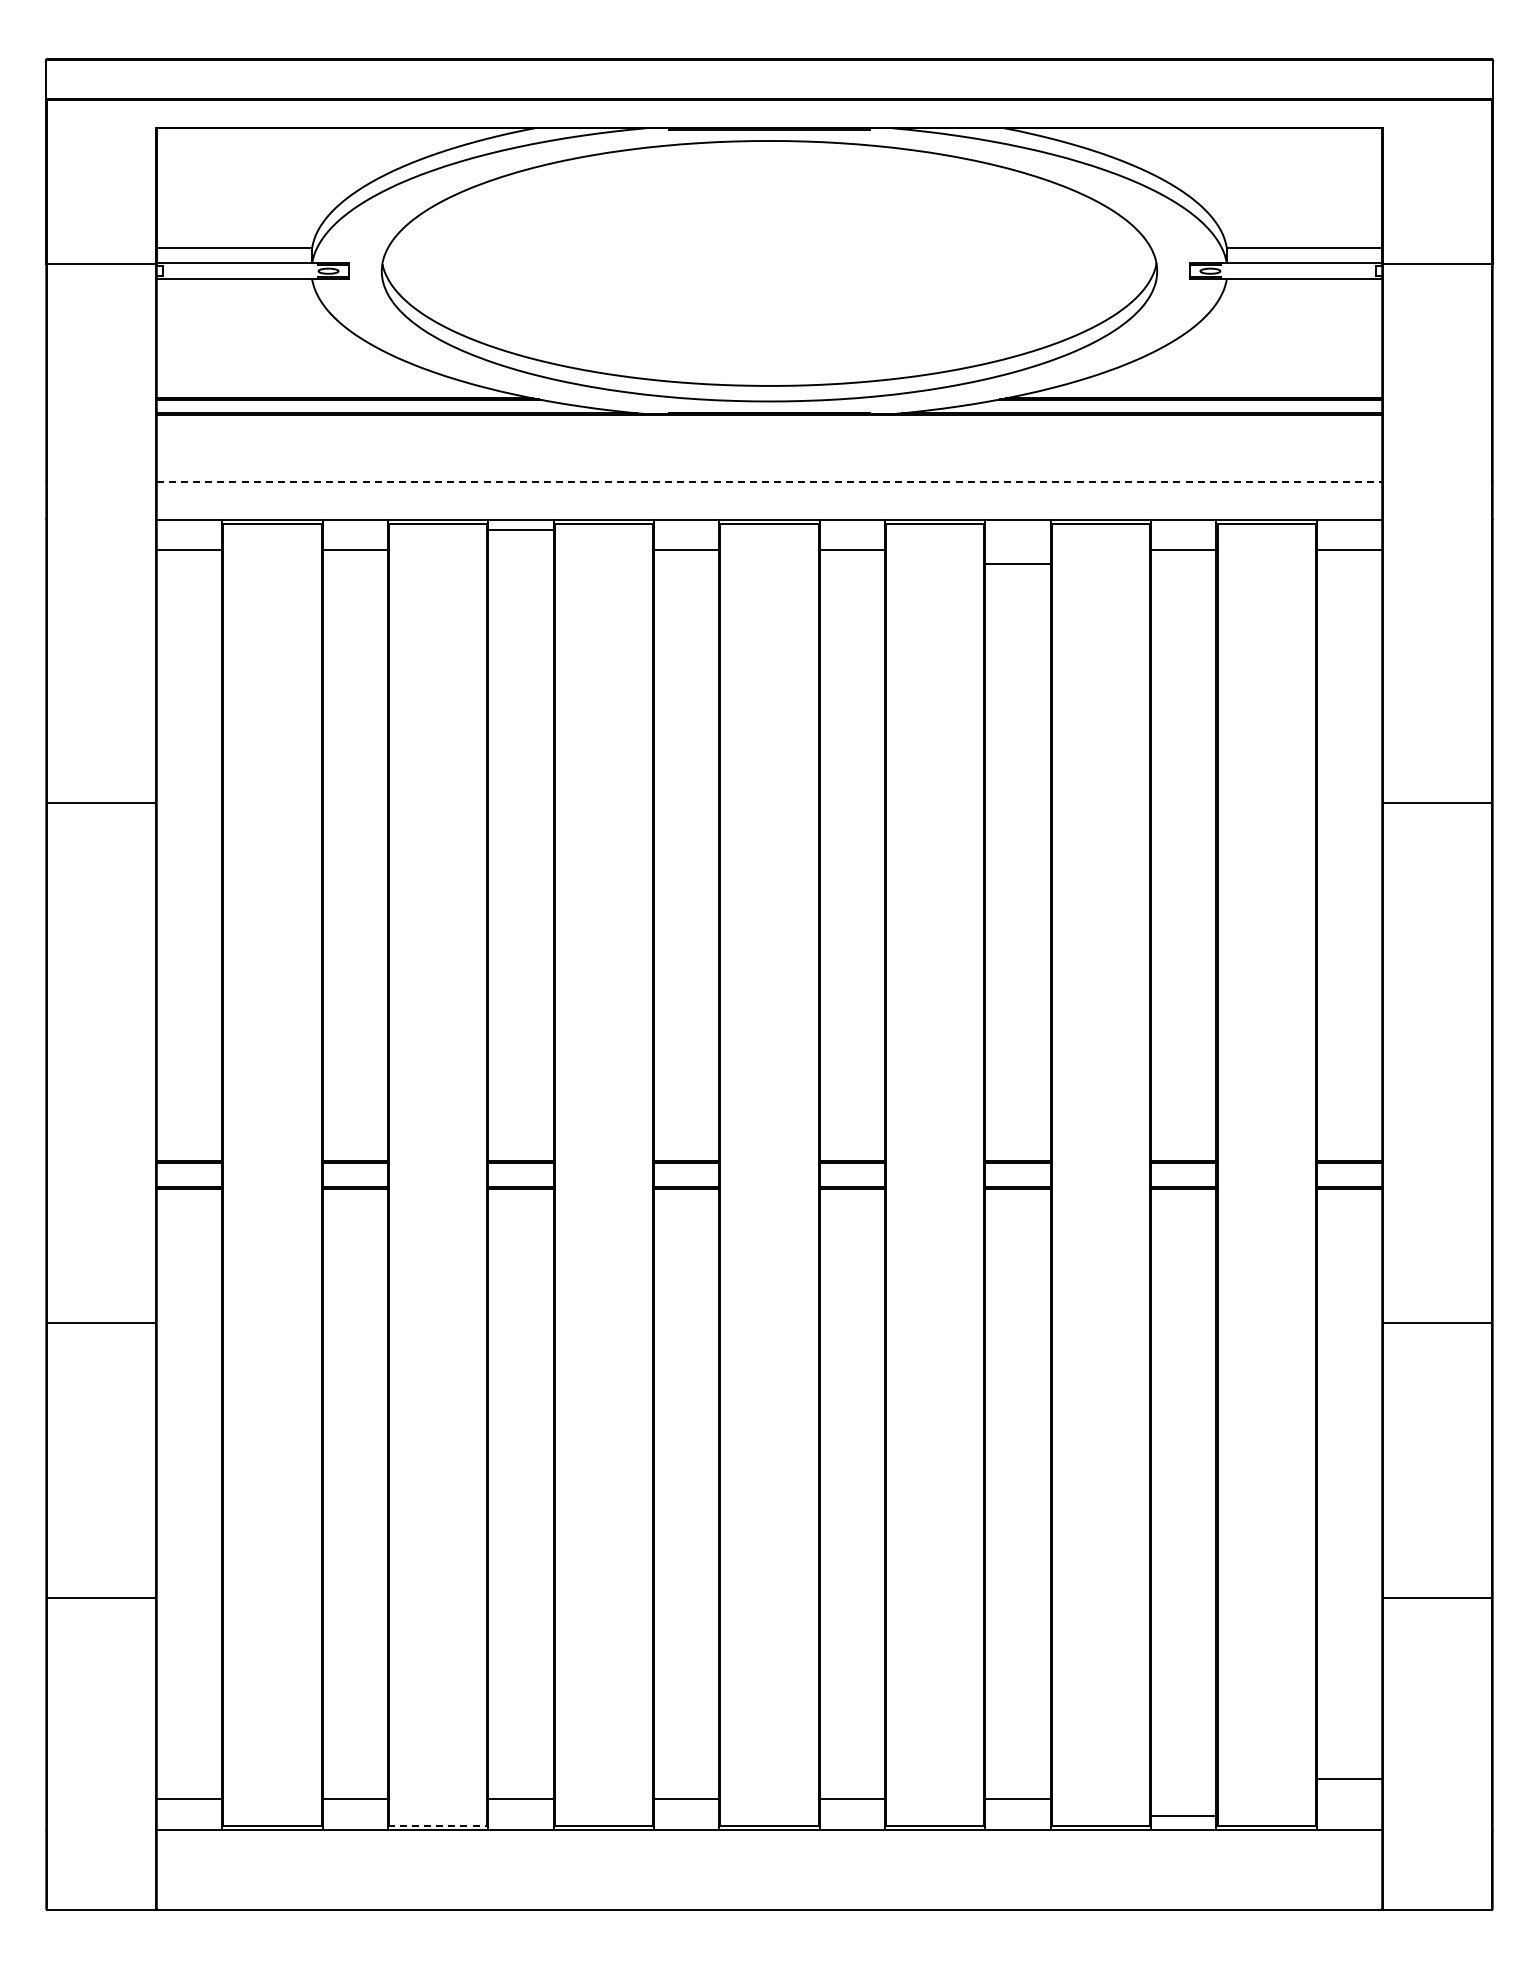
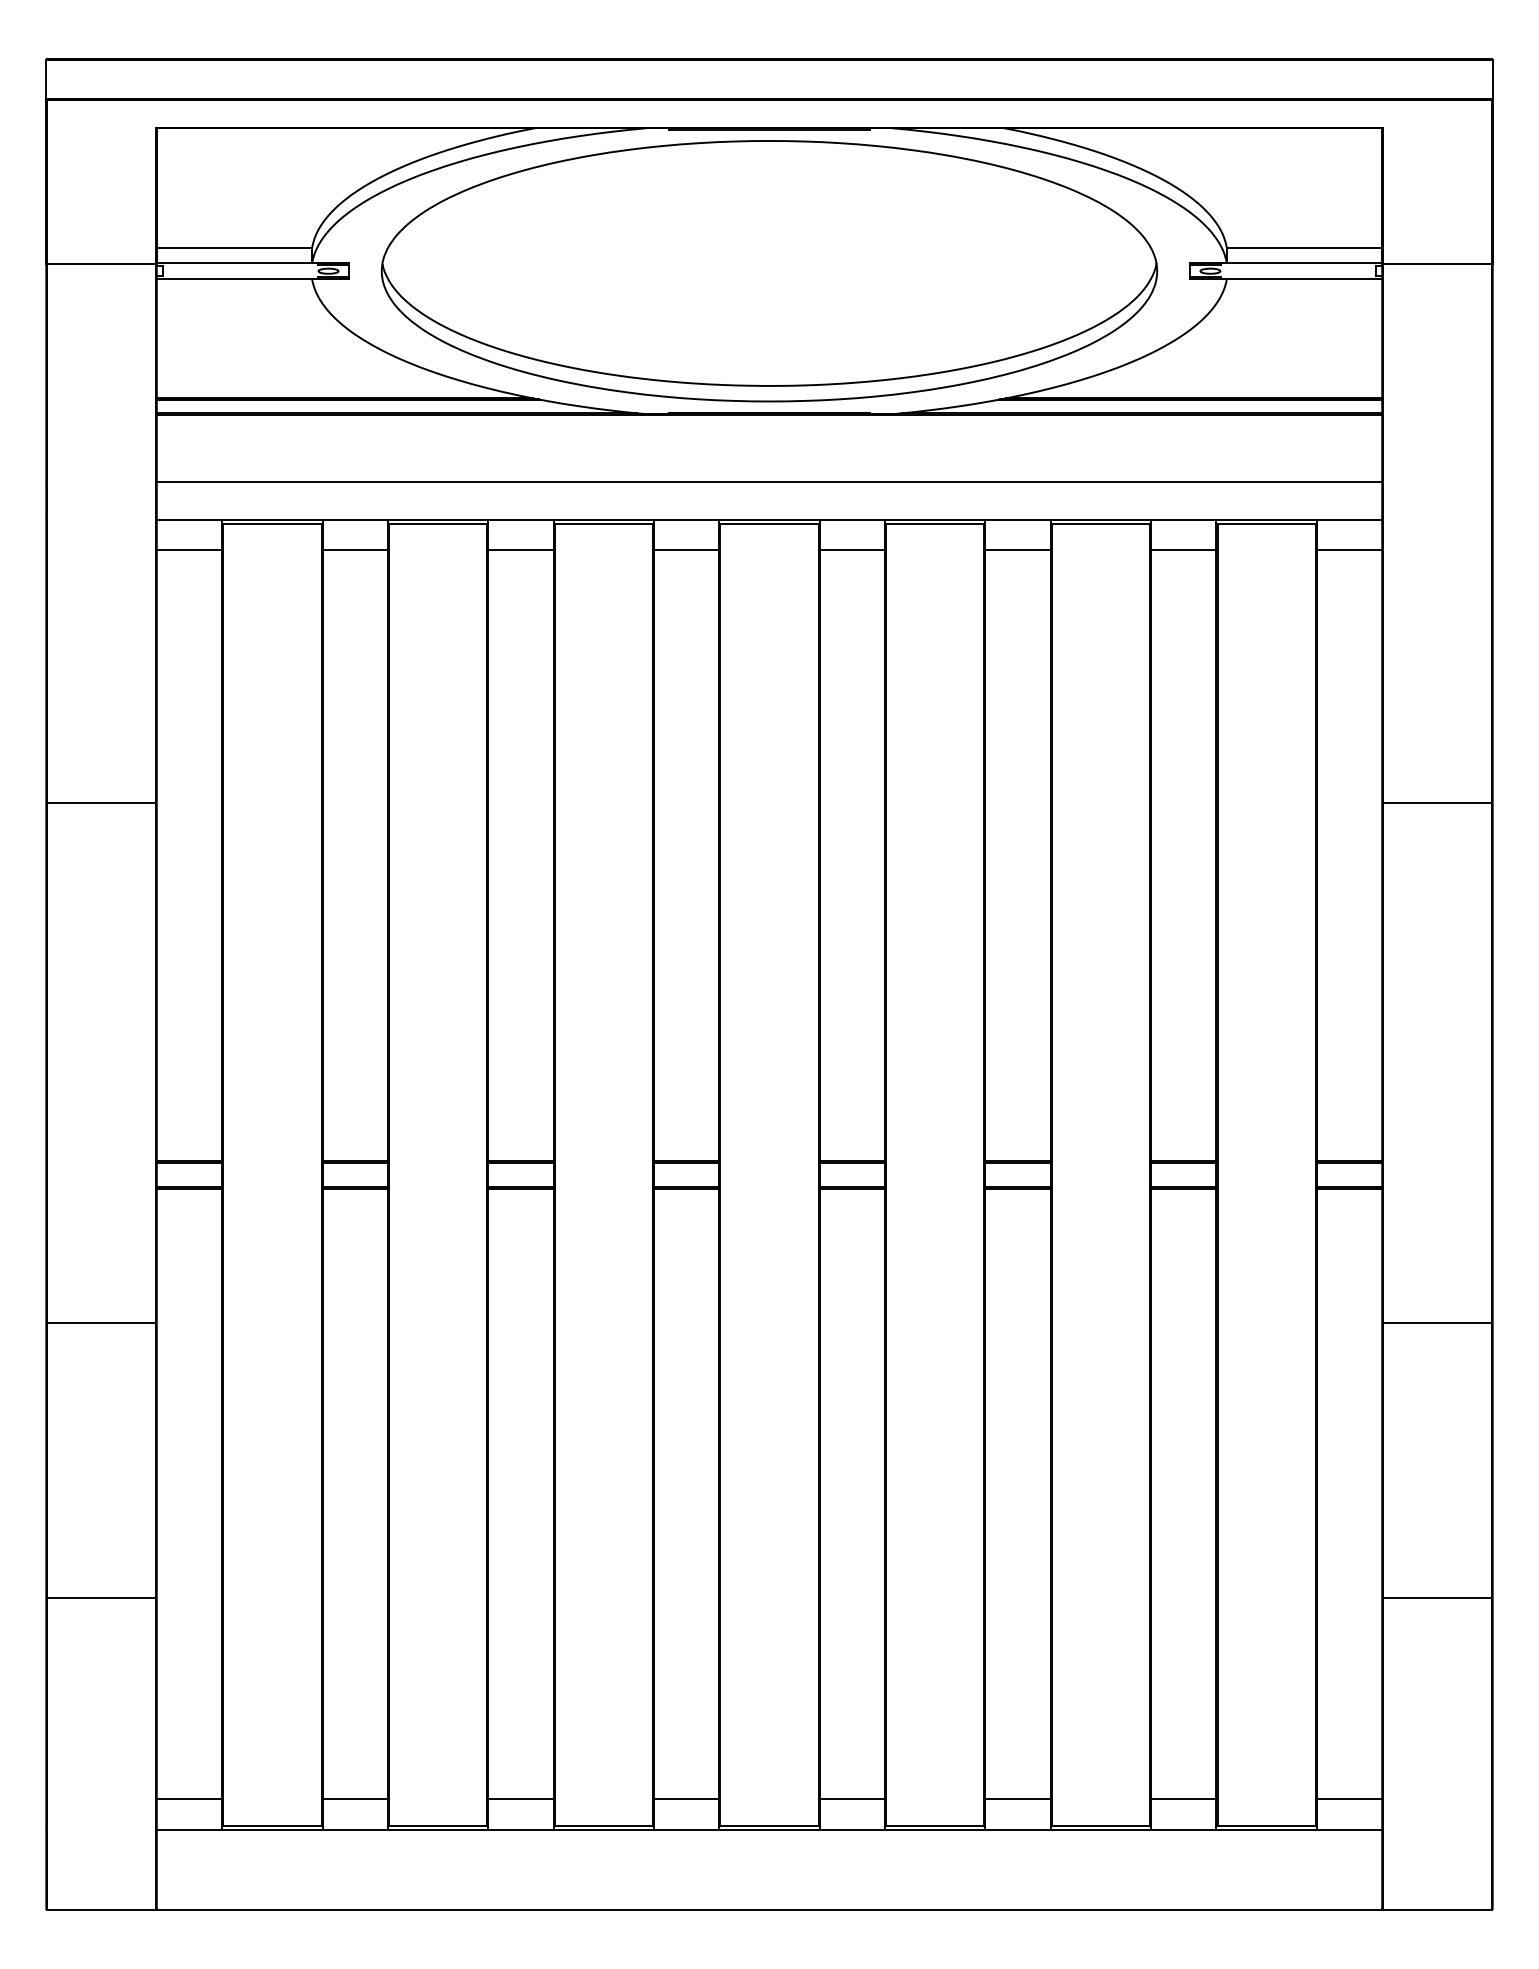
line at (769, 482): dashed -> solid
line at (520, 529) position: (520, 529) -> (520, 549)
line at (1017, 563) position: (1017, 563) -> (1017, 549)
line at (1349, 1779) position: (1349, 1779) -> (1349, 1799)
line at (1183, 1816) position: (1183, 1816) -> (1183, 1799)
line at (438, 1825): dashed -> solid
